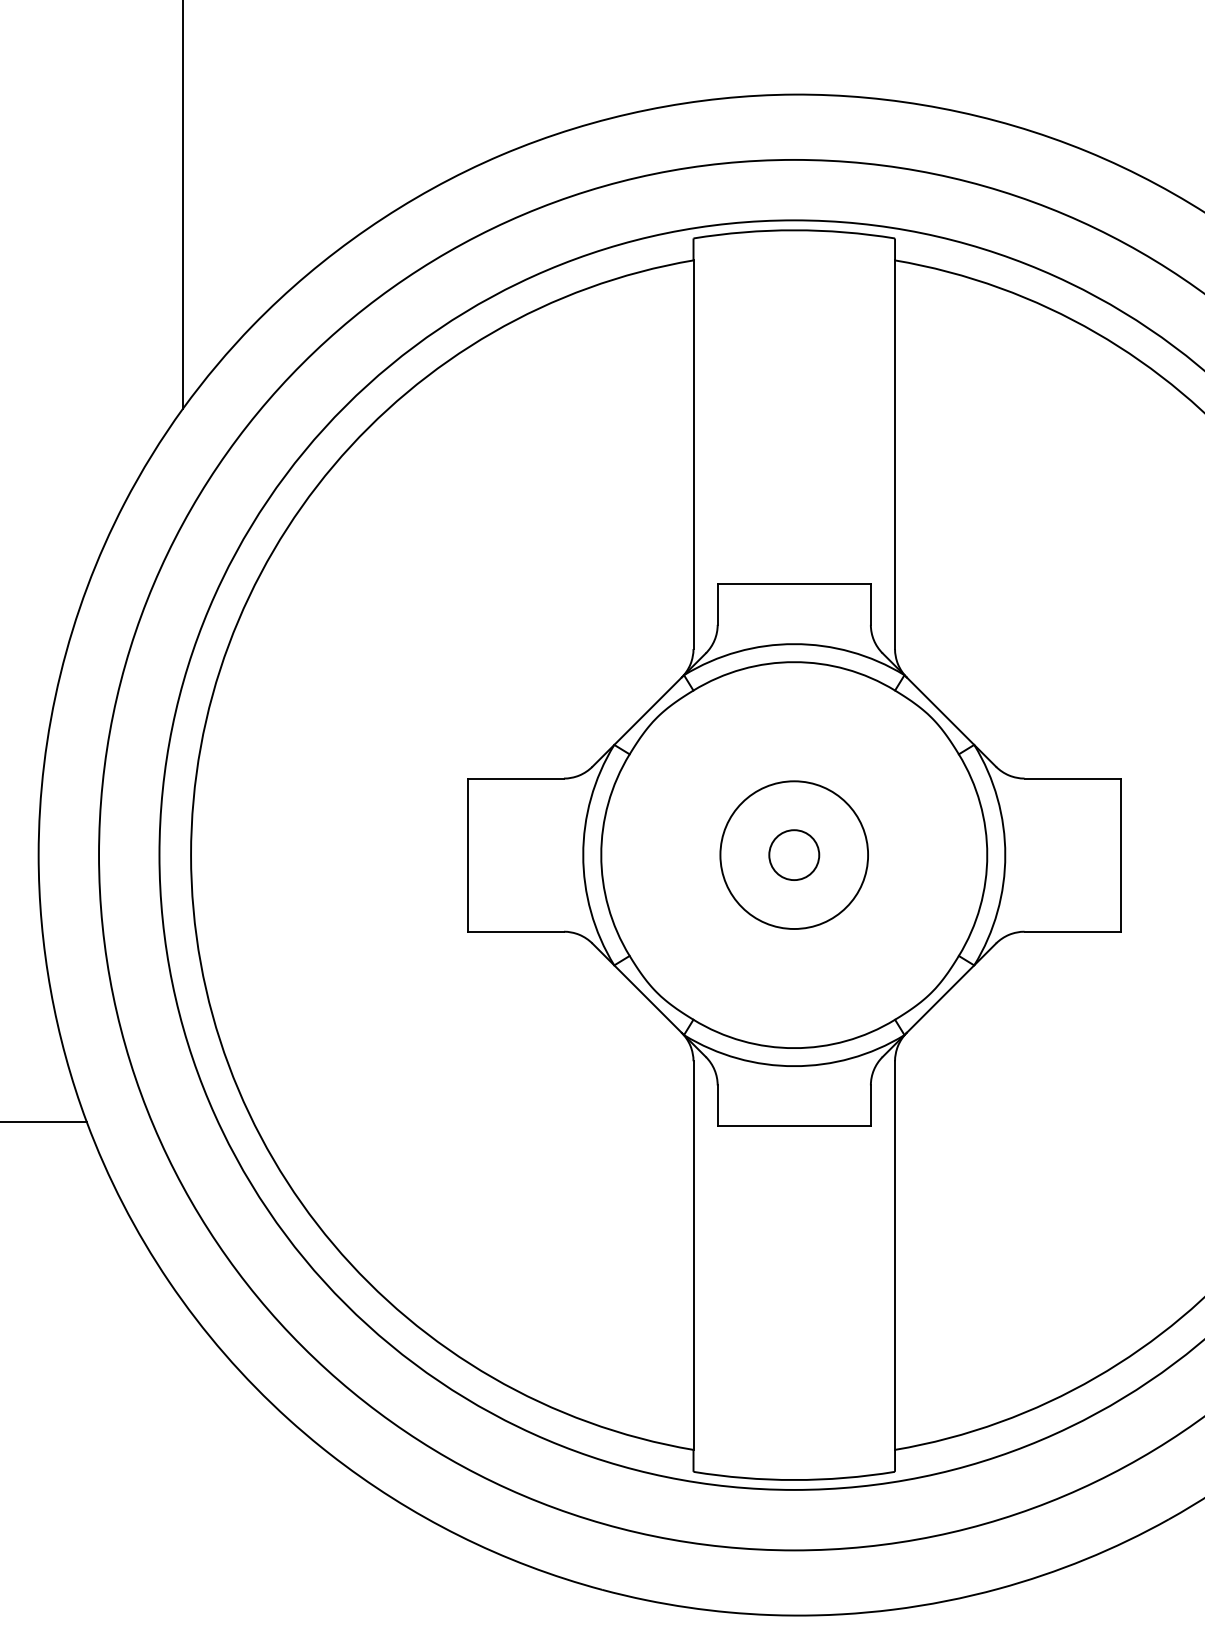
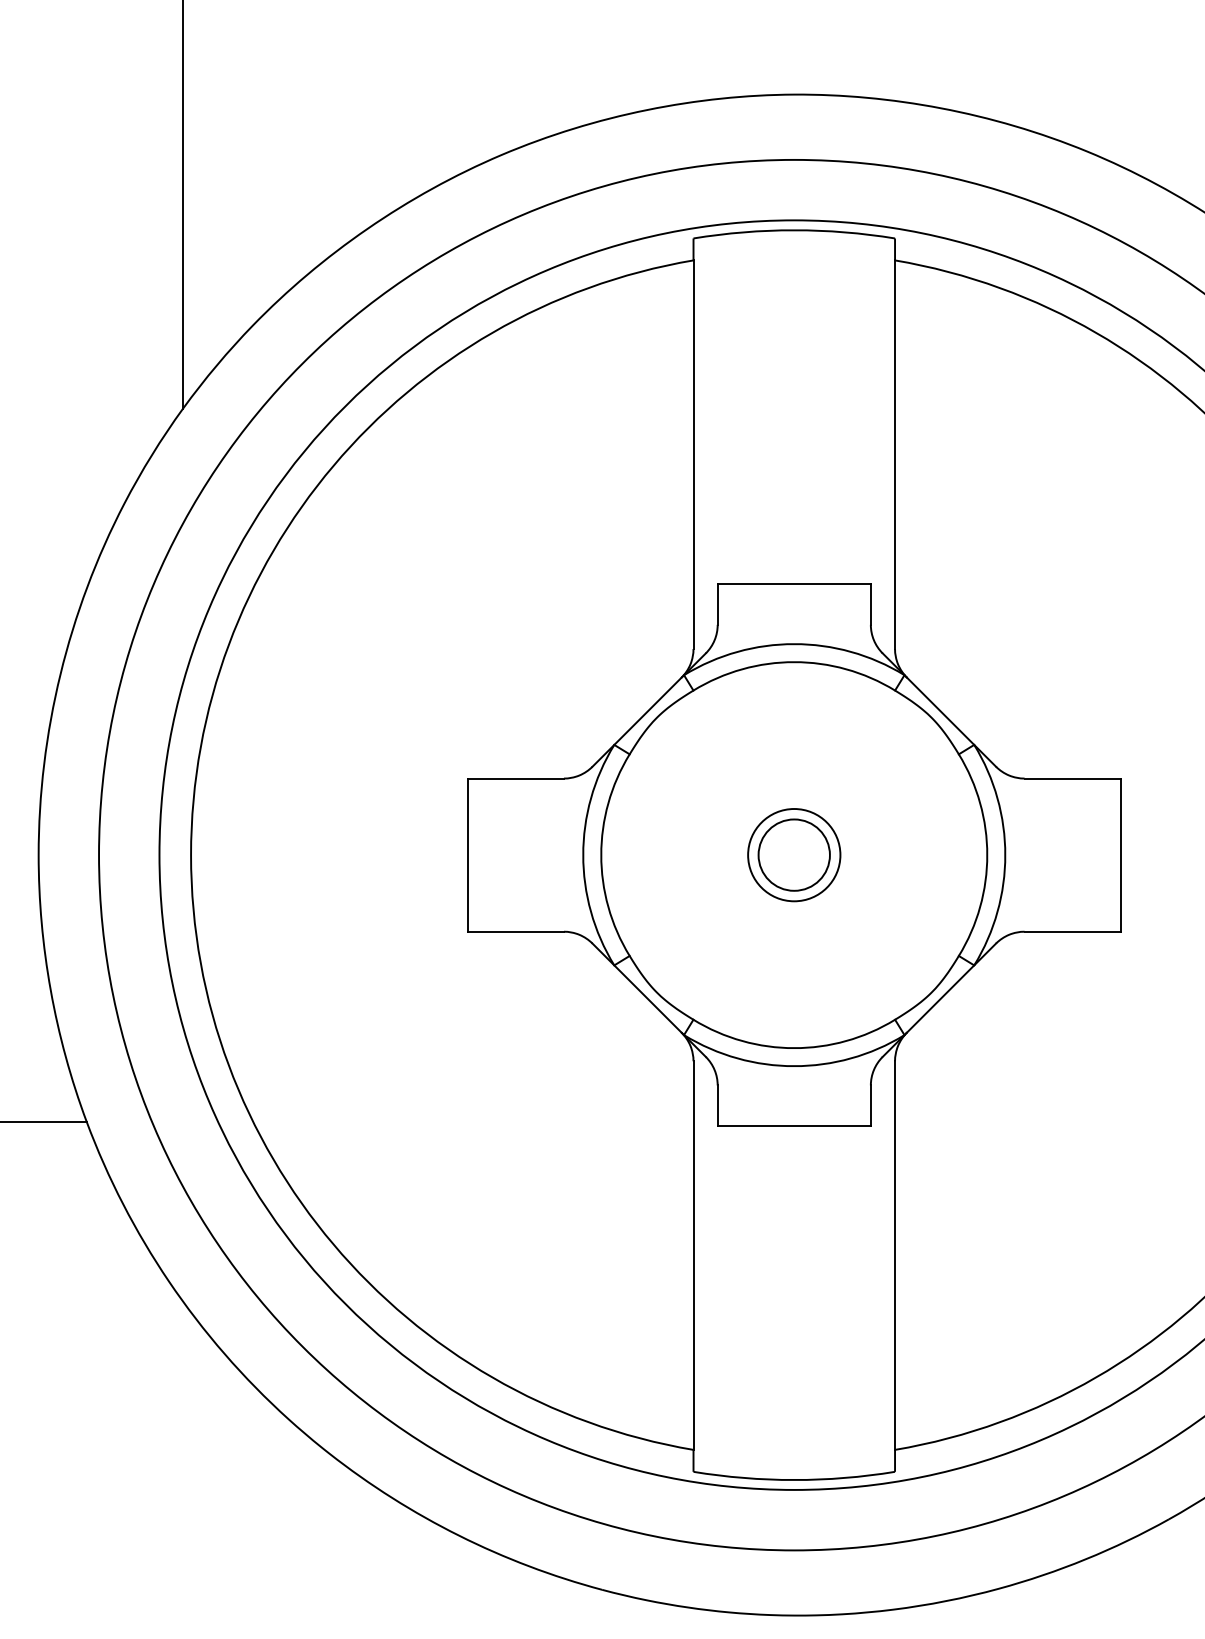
circle at (794, 855) diameter: 148 px -> 92 px
circle at (794, 855) diameter: 50 px -> 71 px
